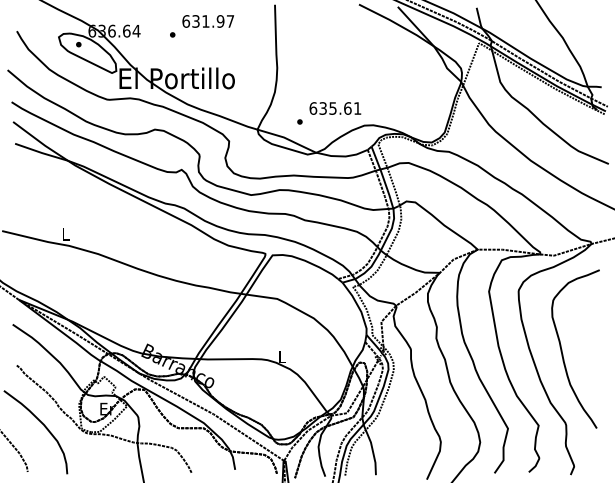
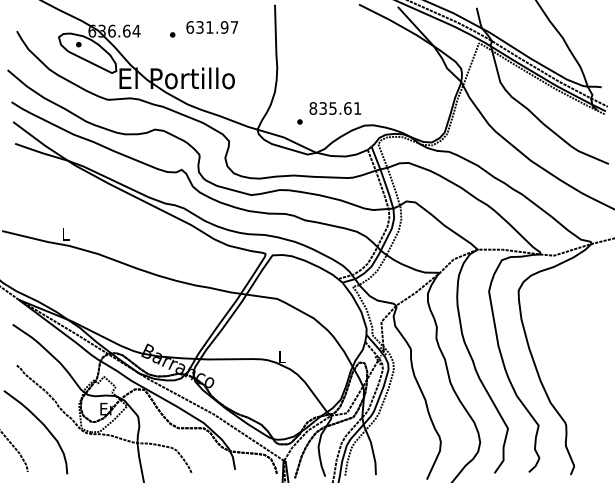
text at (208, 21) position: (208, 21) -> (212, 27)
text at (313, 108): 635.61 -> 835.61
curve at (562, 349): present -> none
